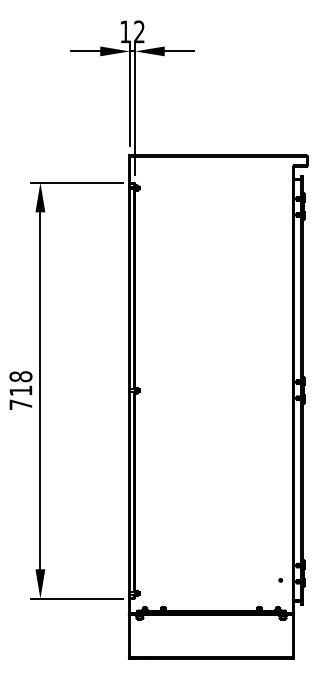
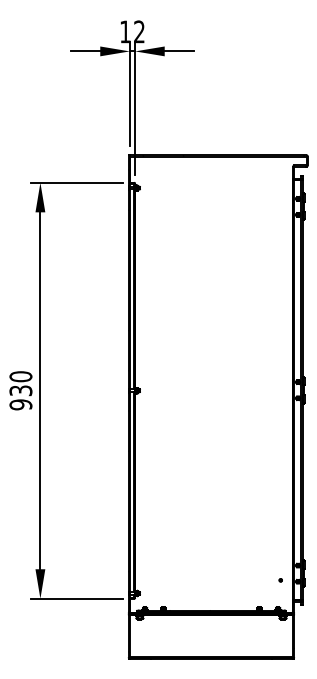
text at (20, 390): 718 -> 930
